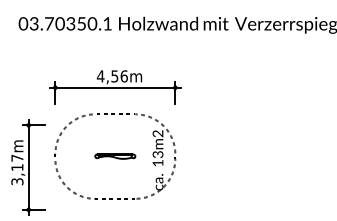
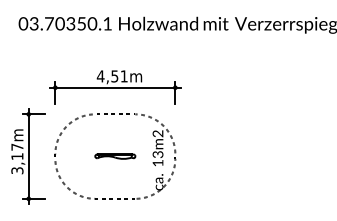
text at (123, 76): 4,56m -> 4,51m
part at (28, 167) position: (28, 167) -> (28, 156)
